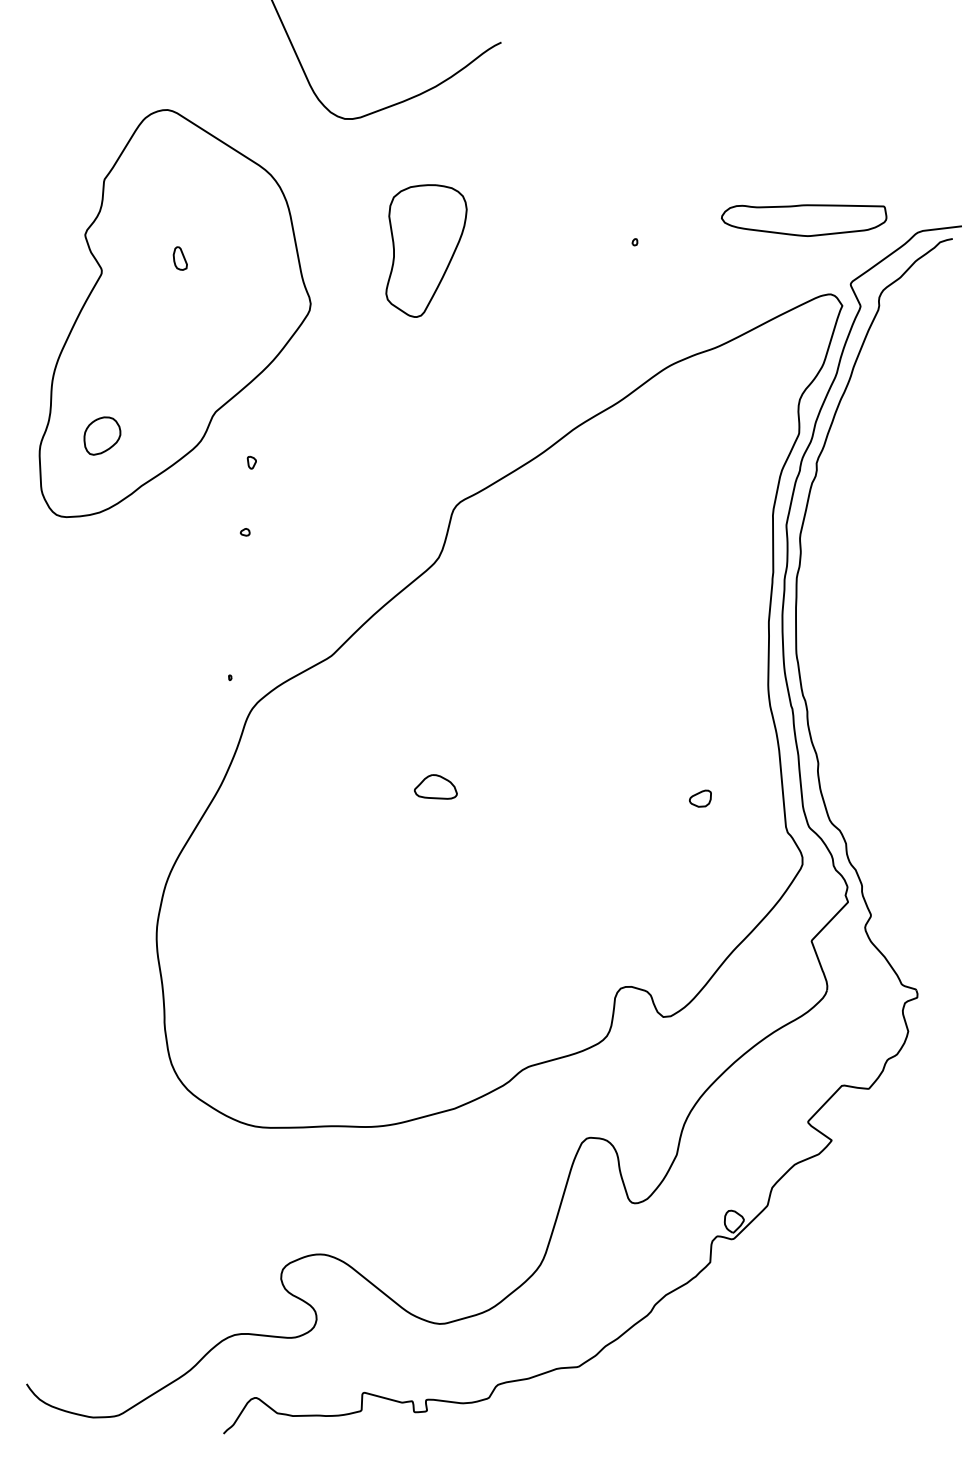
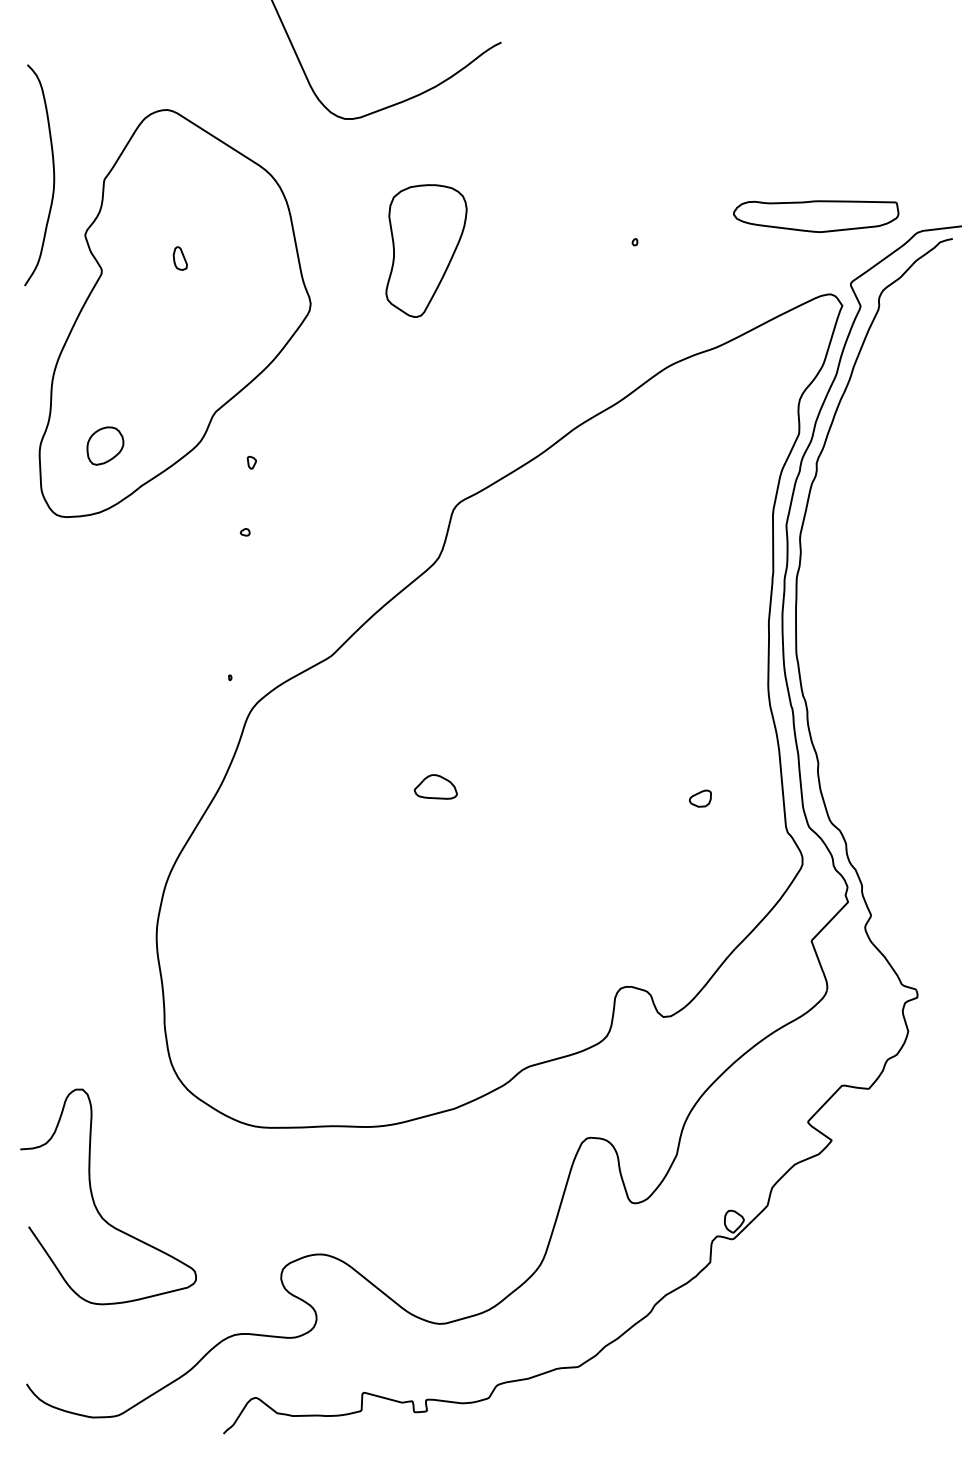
curve at (53, 175): none -> present
part at (804, 220) position: (804, 220) -> (816, 216)
part at (102, 435) position: (102, 435) -> (105, 445)
curve at (94, 1200): none -> present
